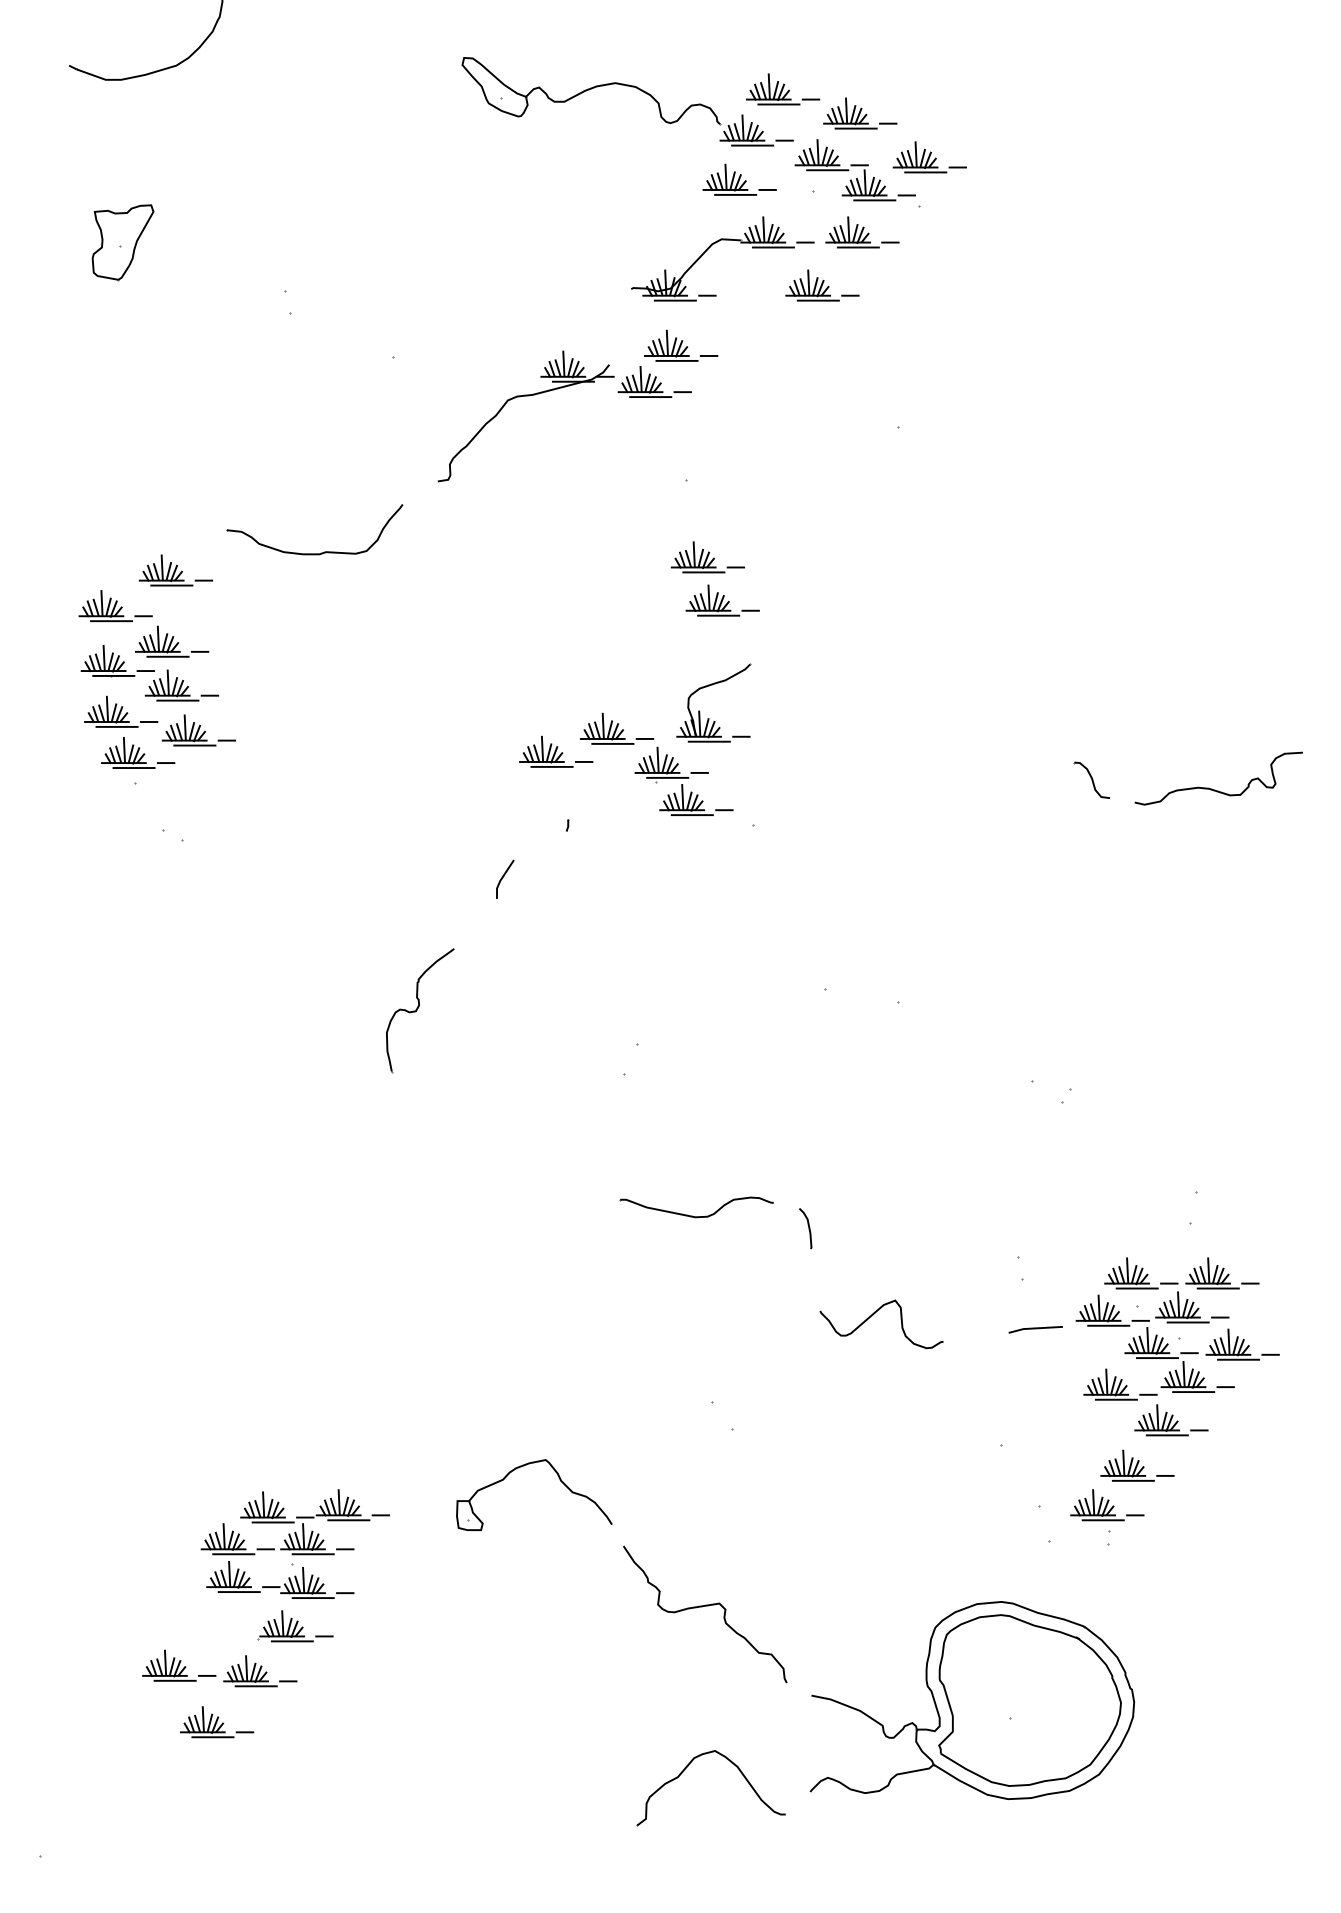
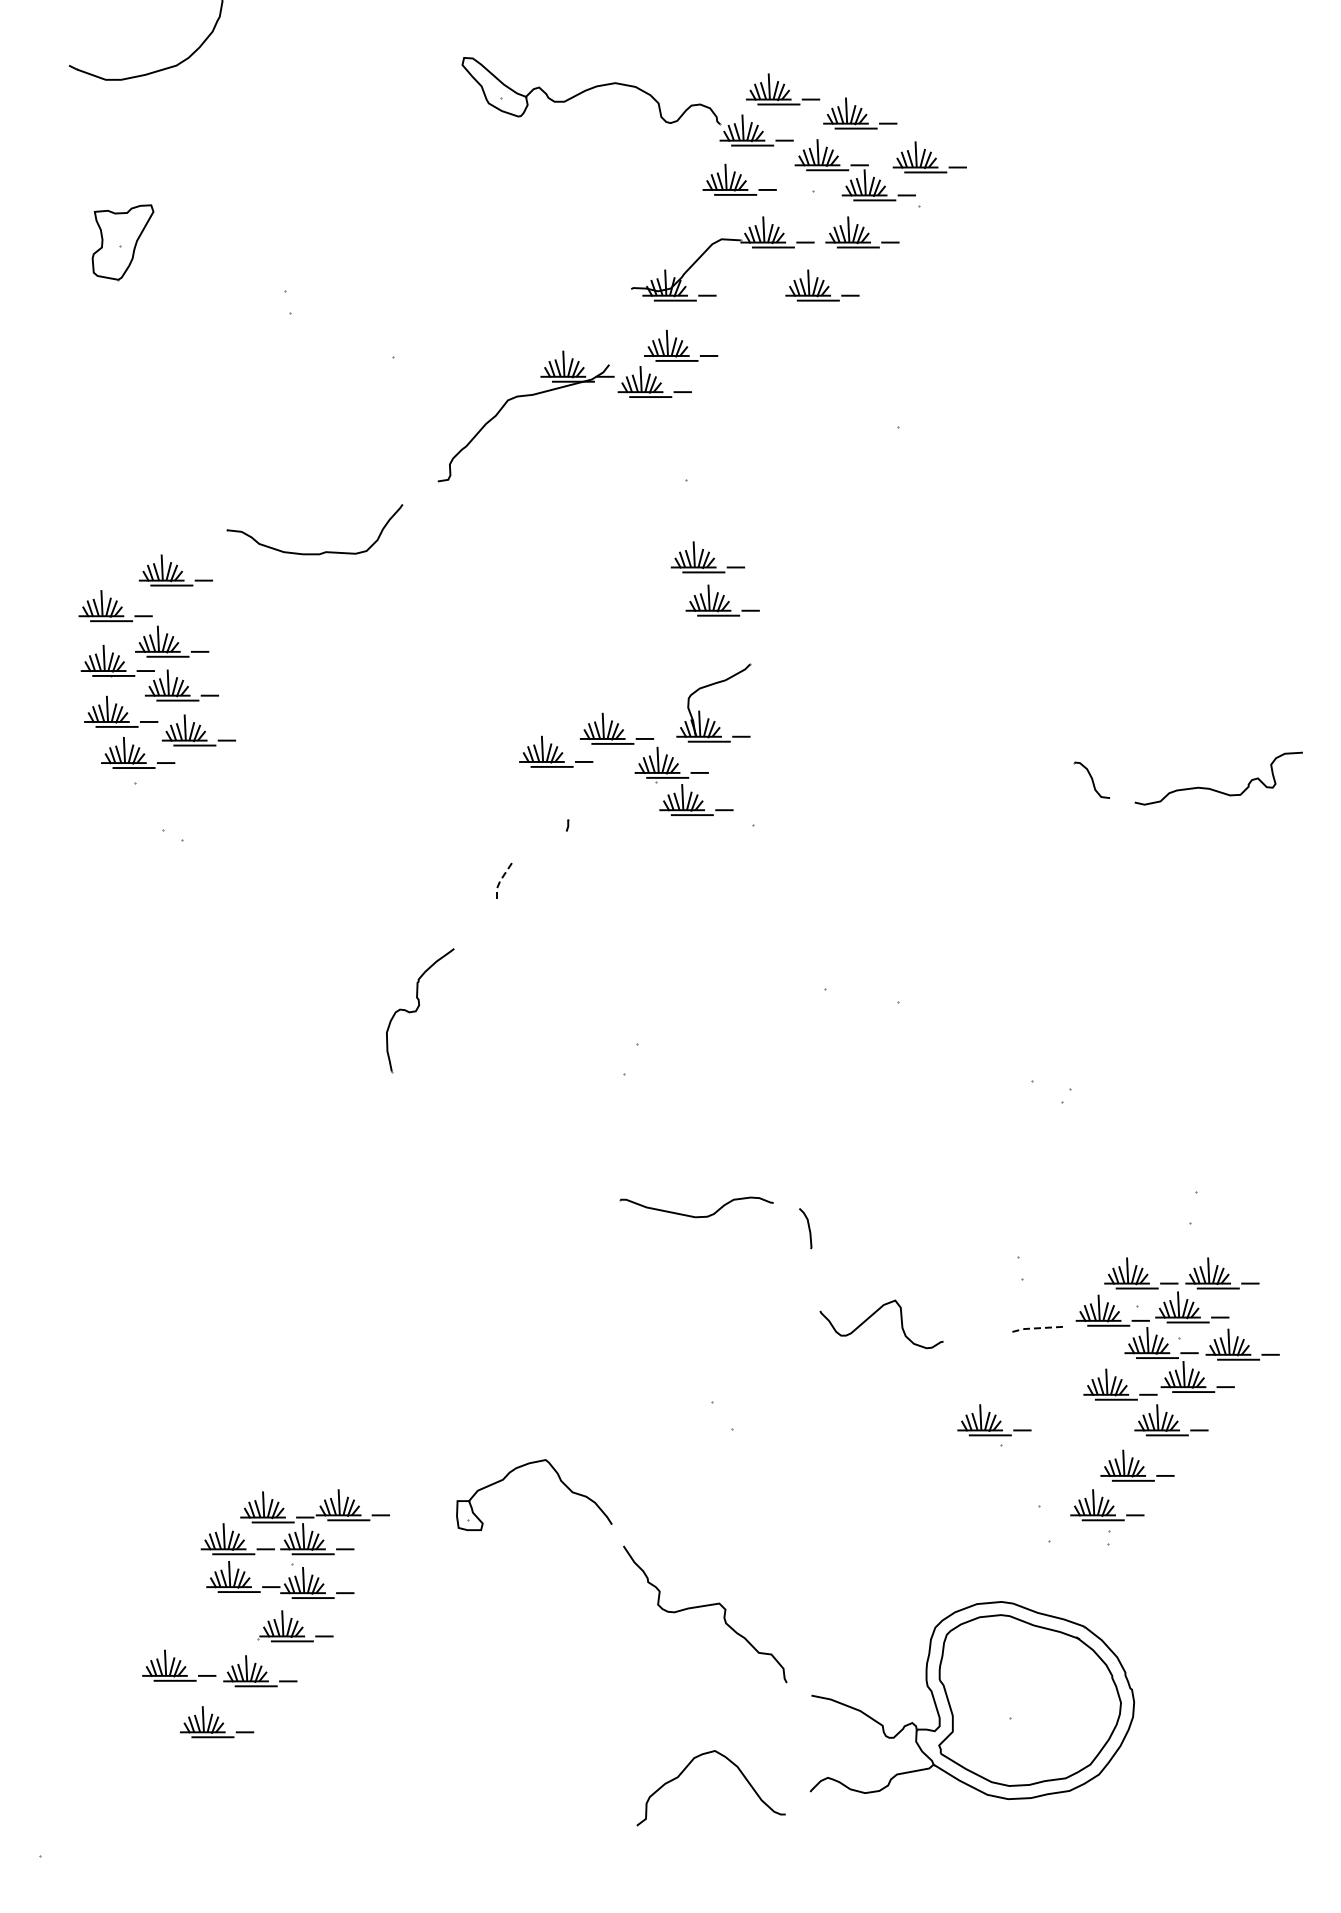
line at (501, 879): solid -> dashed
line at (1034, 1328): solid -> dashed
part at (994, 1420): none -> present
